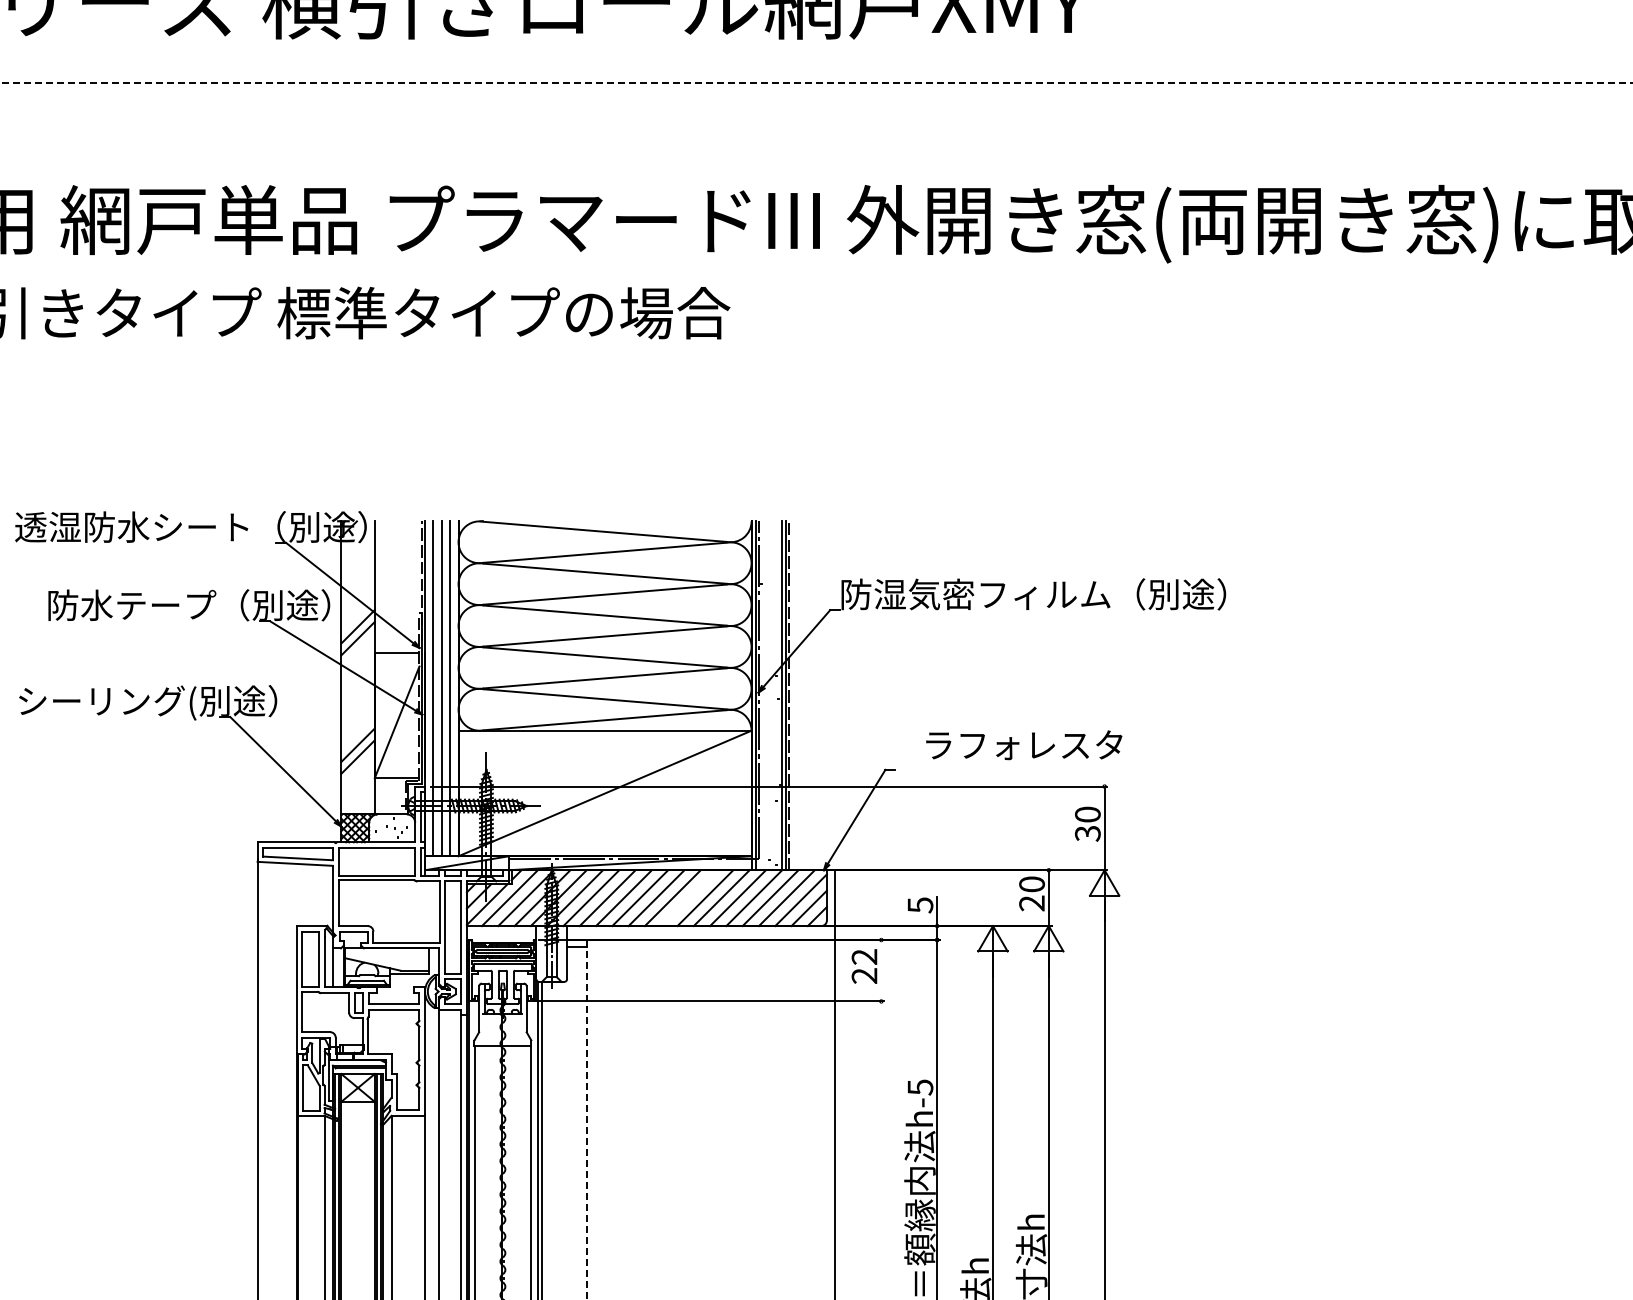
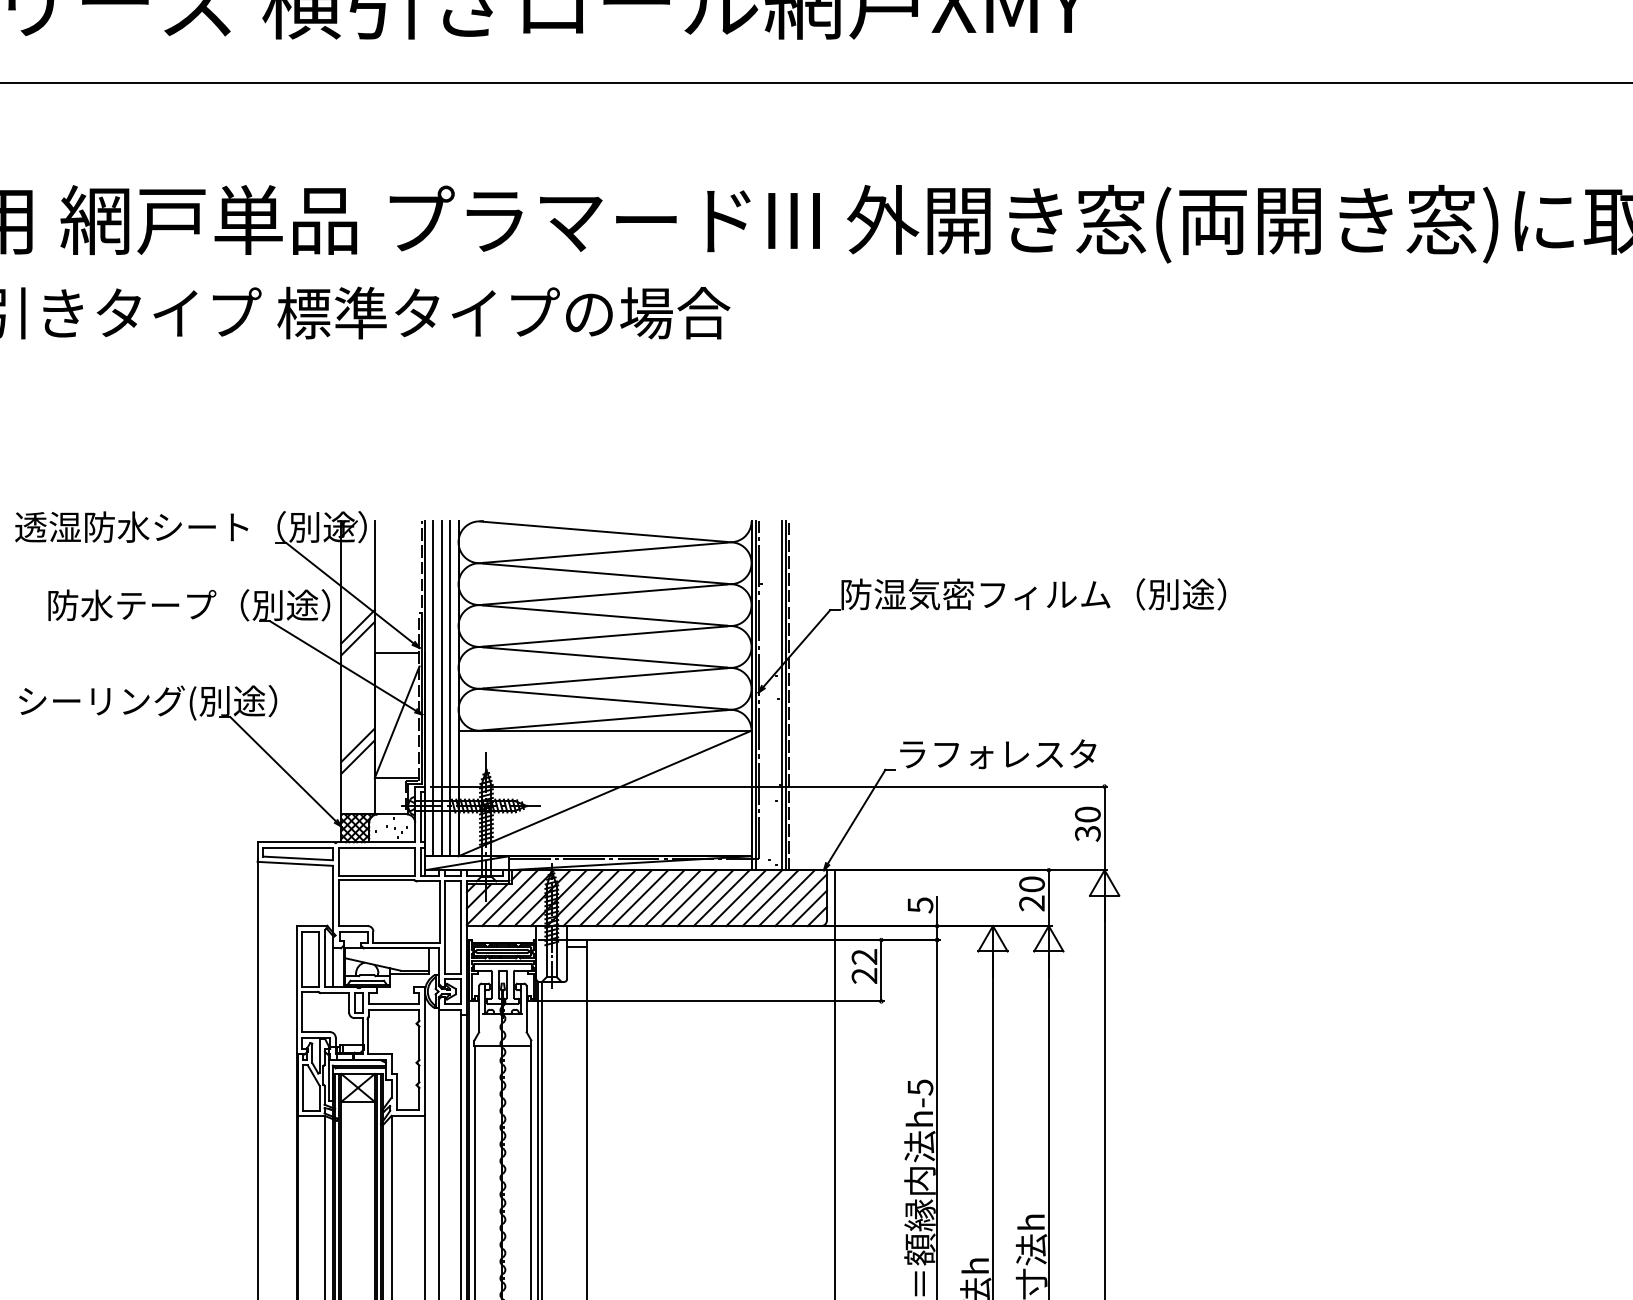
line at (817, 83): dashed -> solid
text at (1024, 745) position: (1024, 745) -> (998, 754)
line at (689, 898): none -> present
line at (881, 970): none -> present
line at (586, 1122): dashed -> solid
